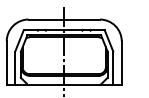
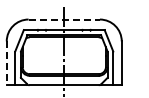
line at (64, 19): solid -> dashed
line at (6, 63): solid -> dashed
